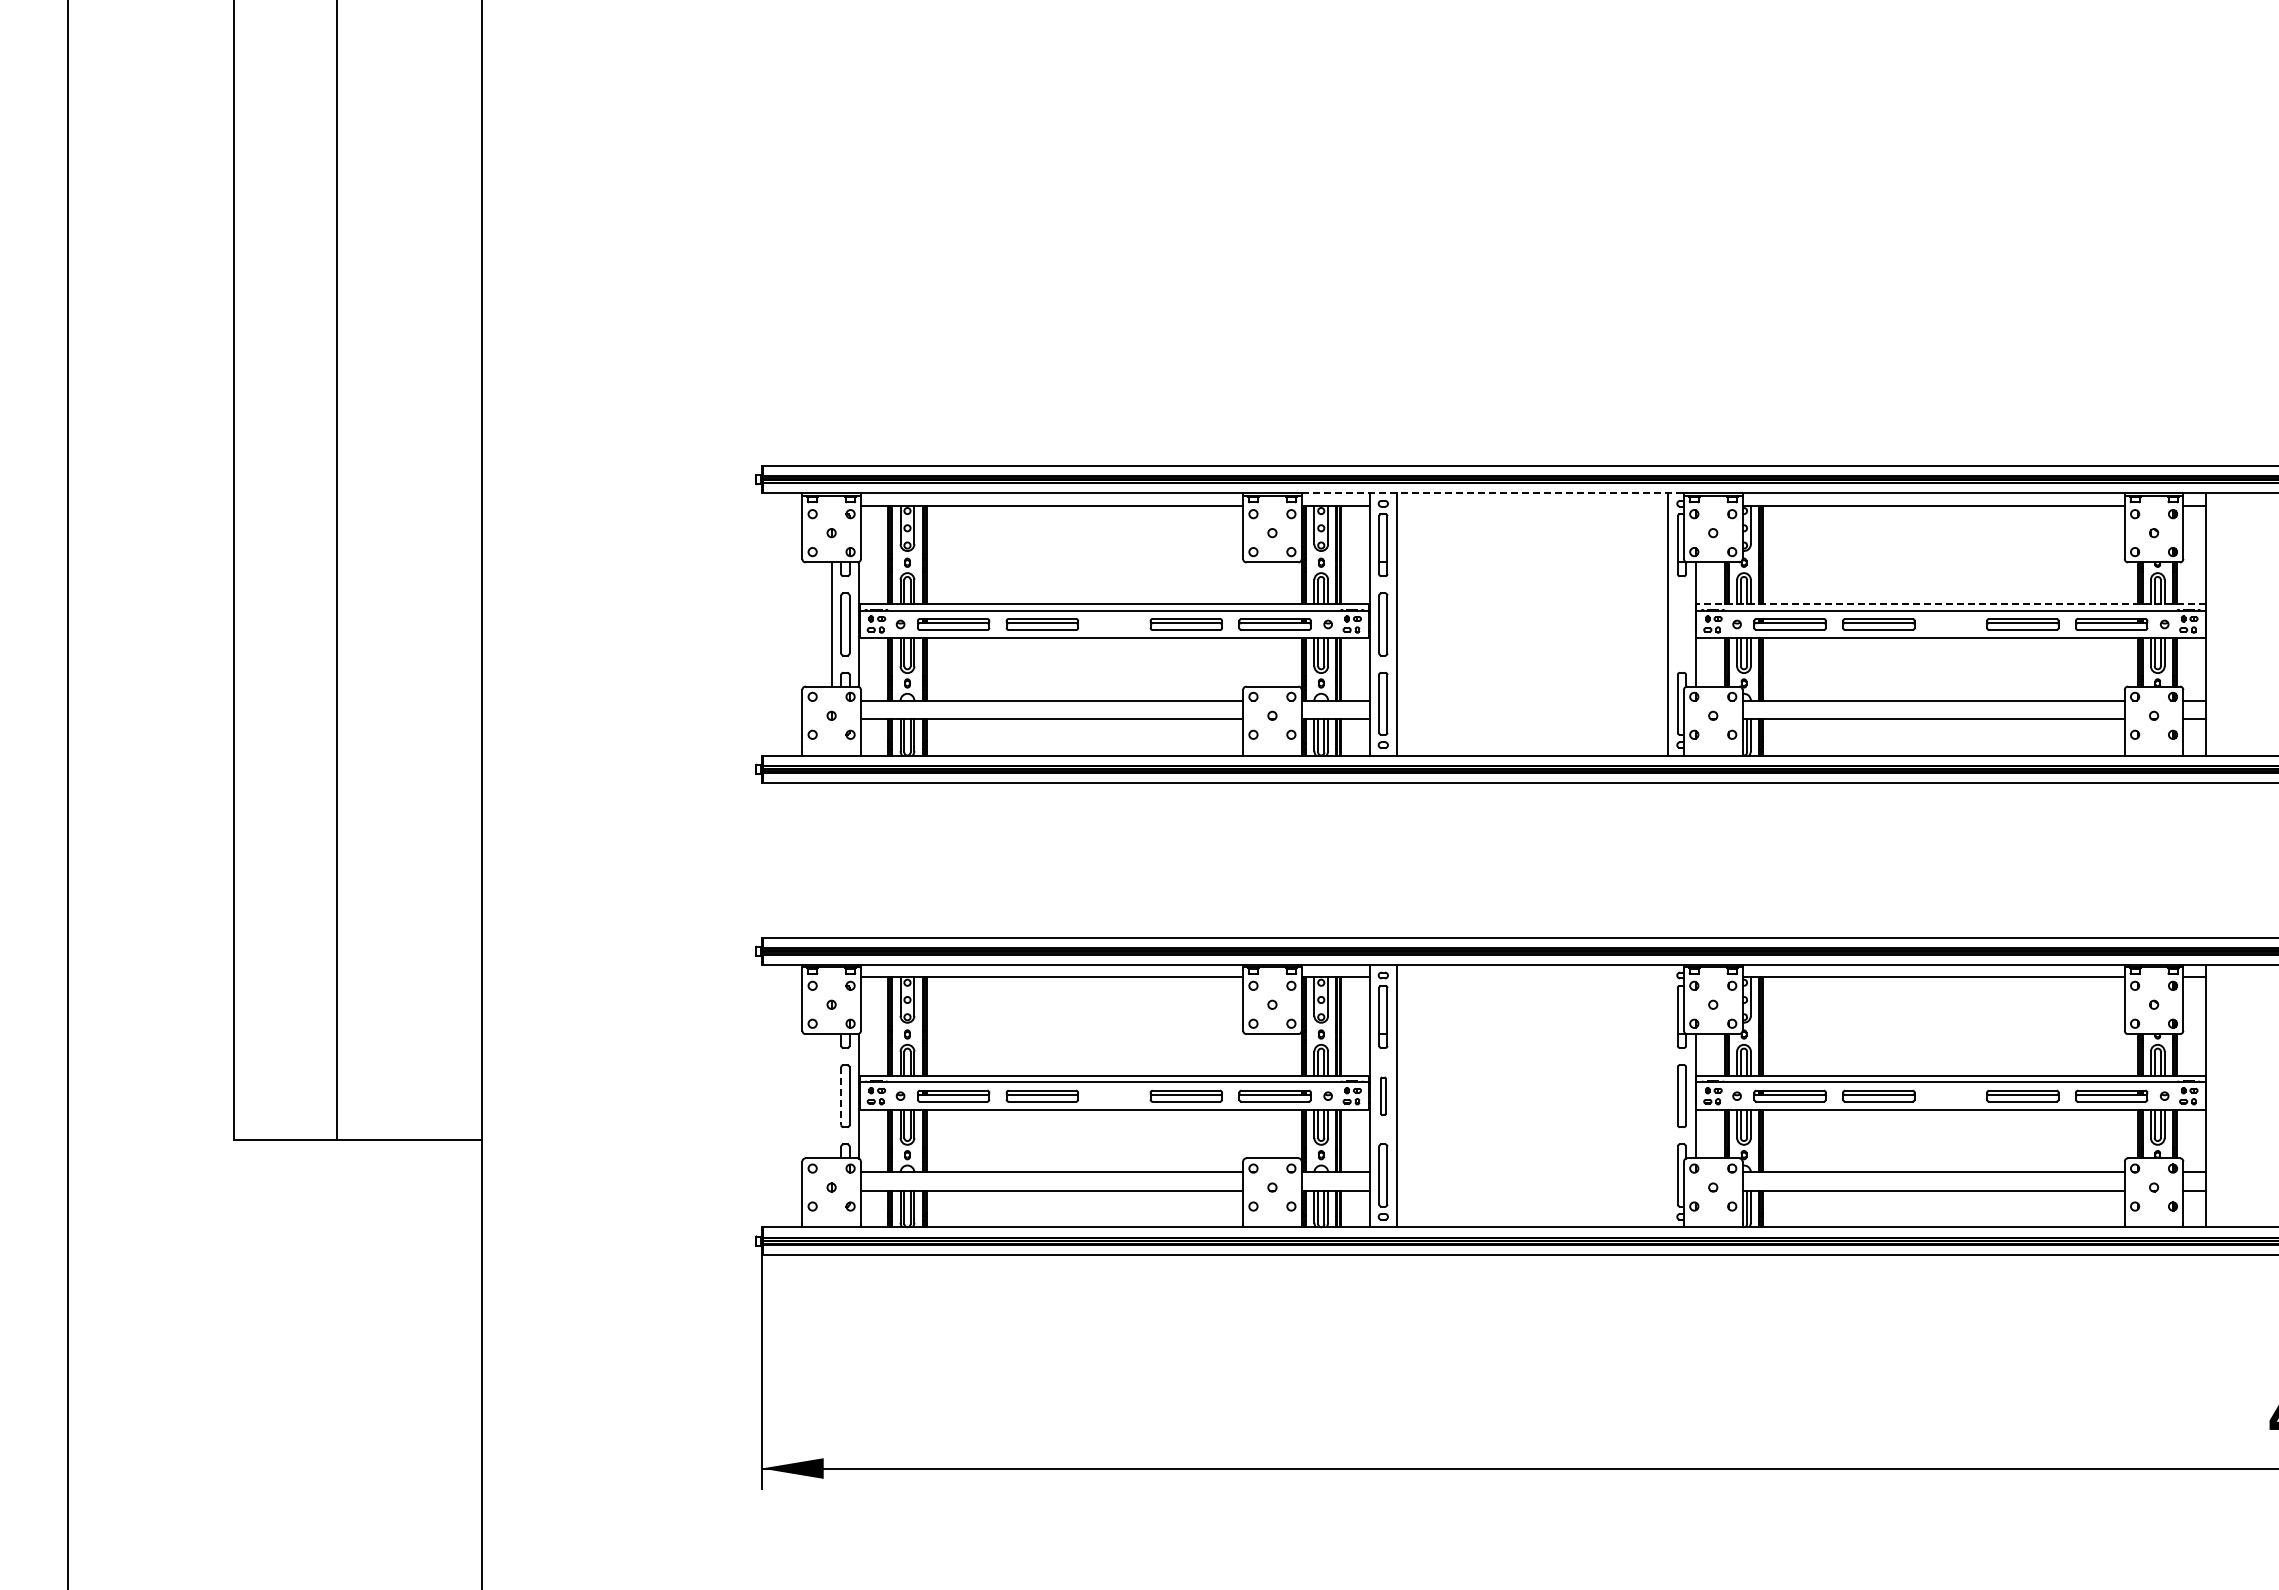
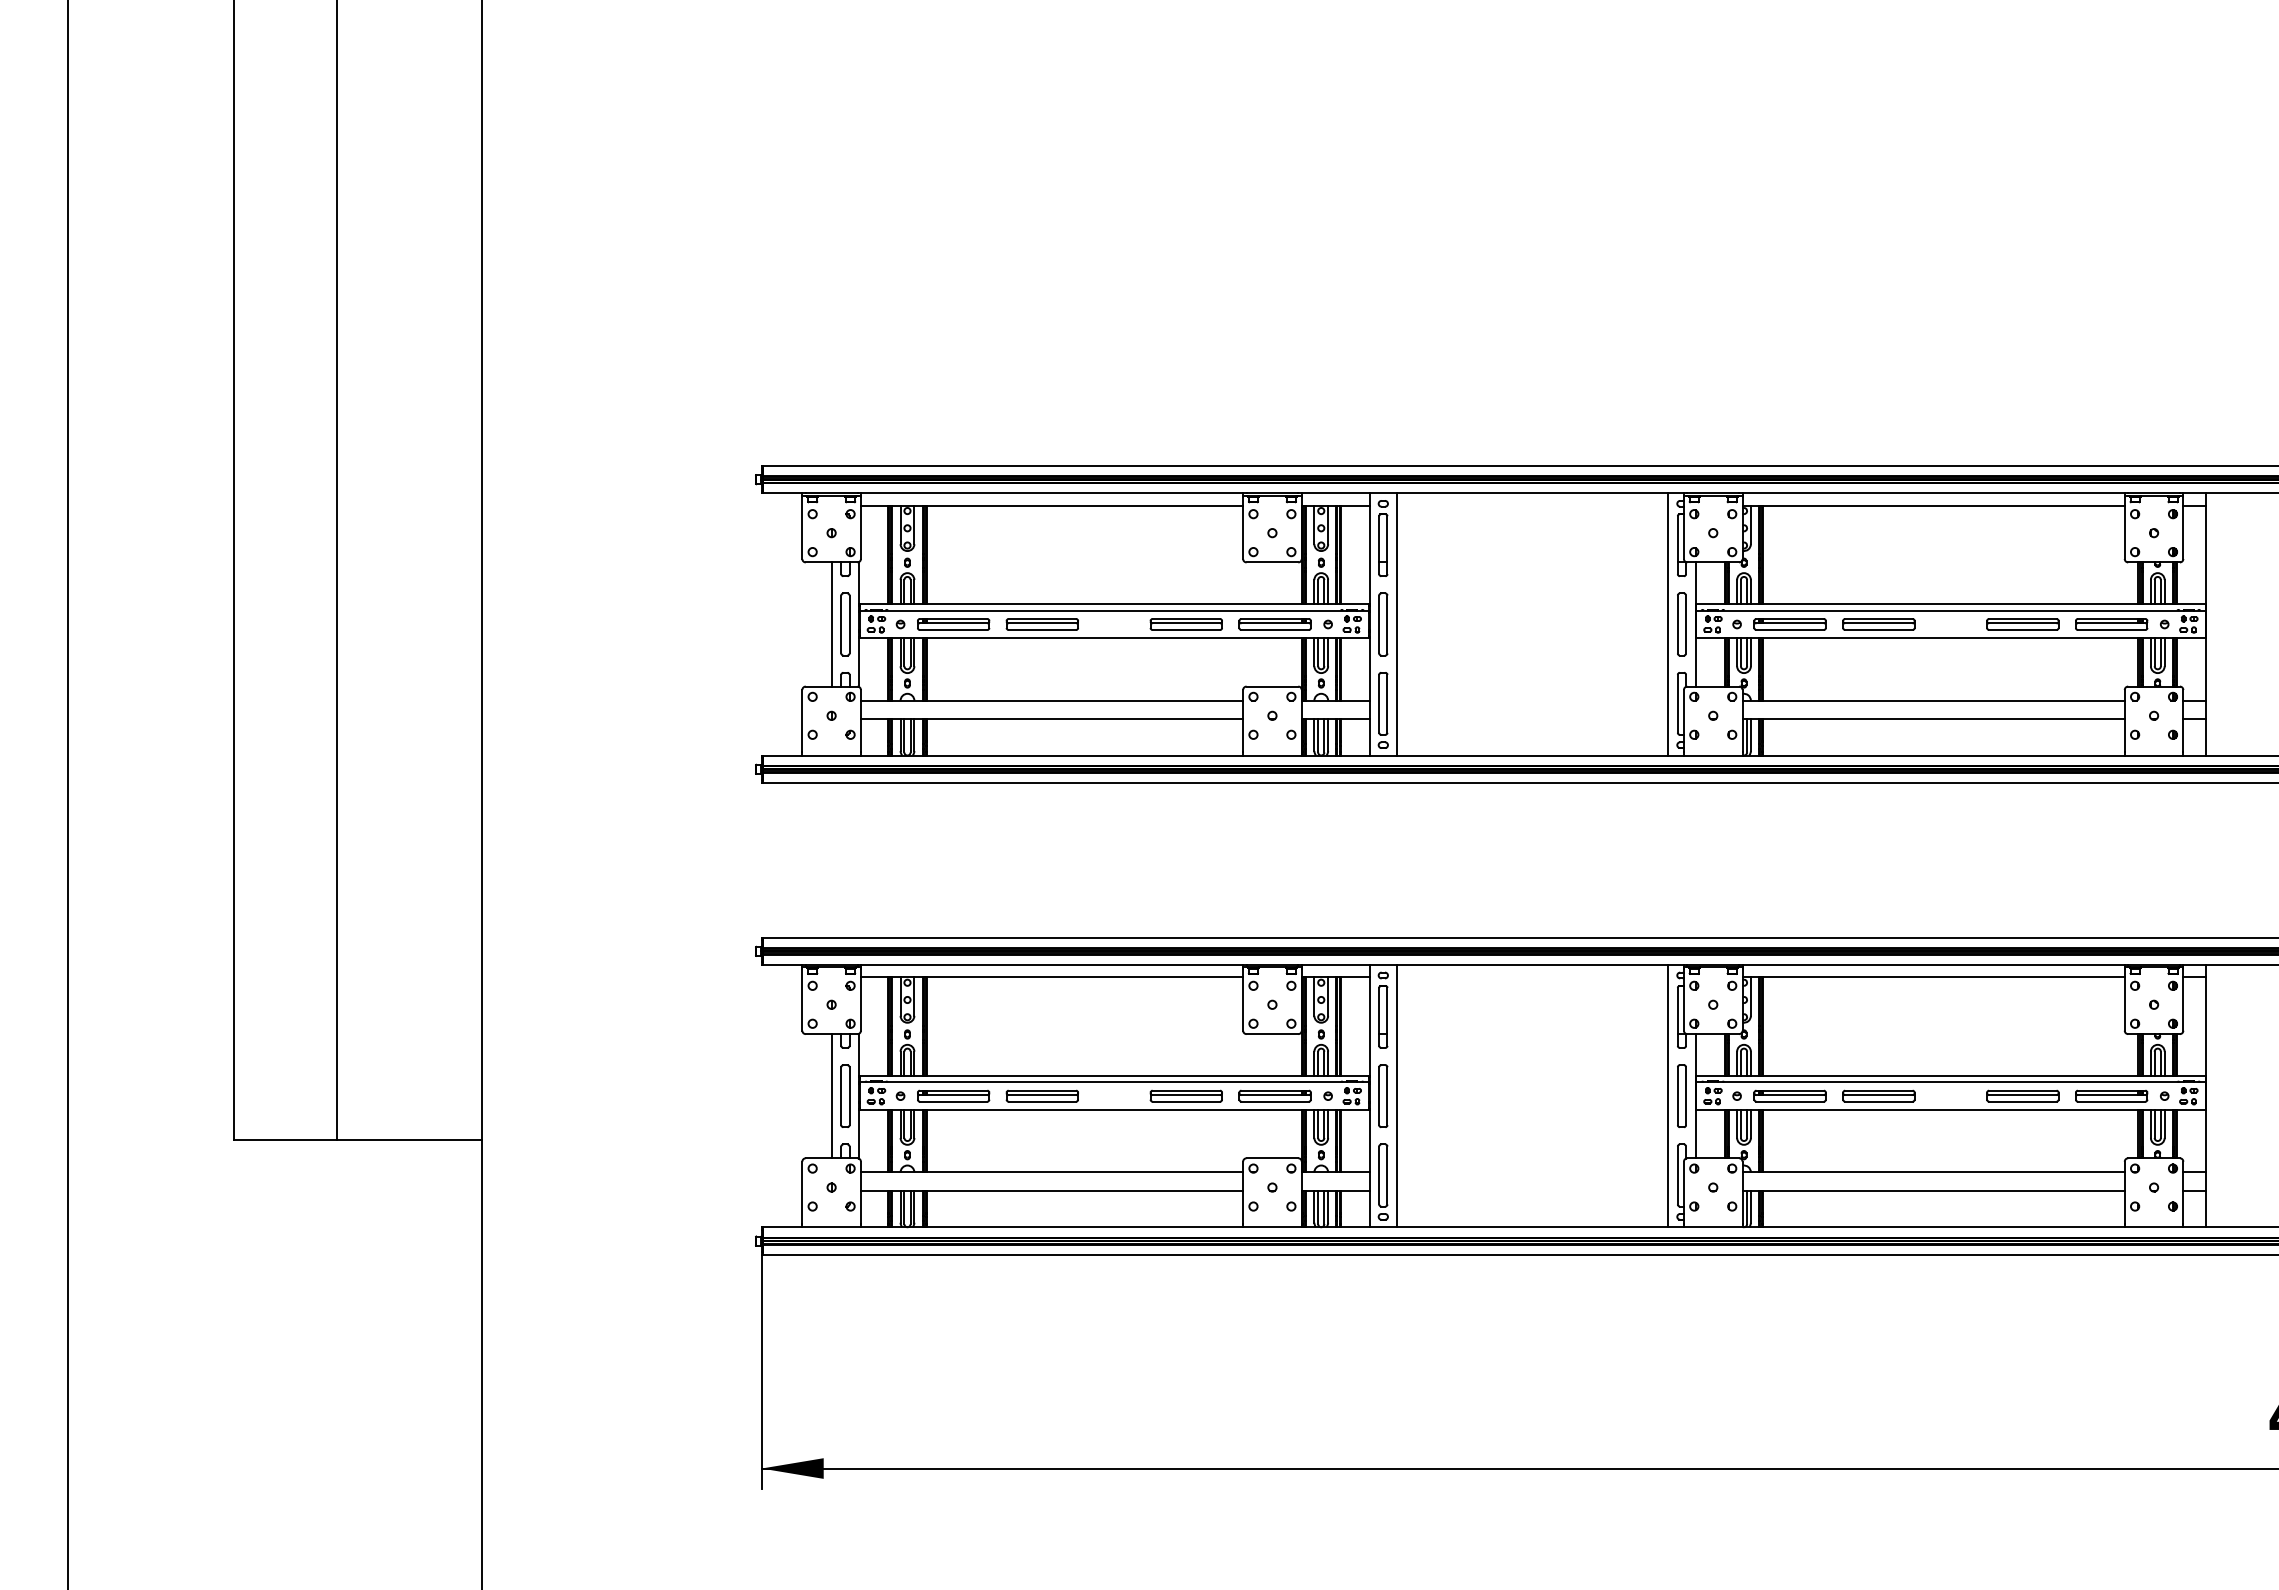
line at (1493, 493): dashed -> solid
line at (1950, 604): dashed -> solid
part at (1681, 624): none -> present
part at (1383, 1095) size: 7x40 px -> 11x64 px
line at (831, 1096): none -> present
line at (841, 1096): dashed -> solid
line at (1668, 1096): none -> present
